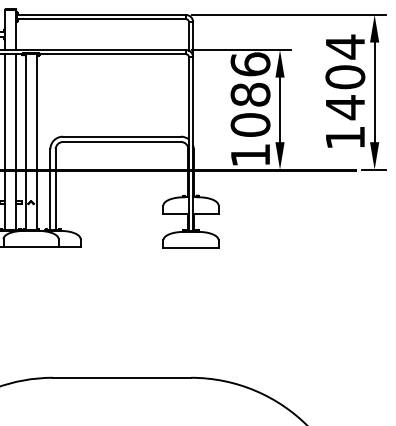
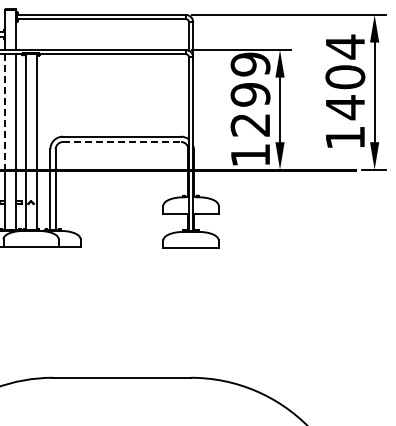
text at (250, 94): 1086 -> 1299
line at (5, 112): solid -> dashed
line at (122, 142): solid -> dashed
